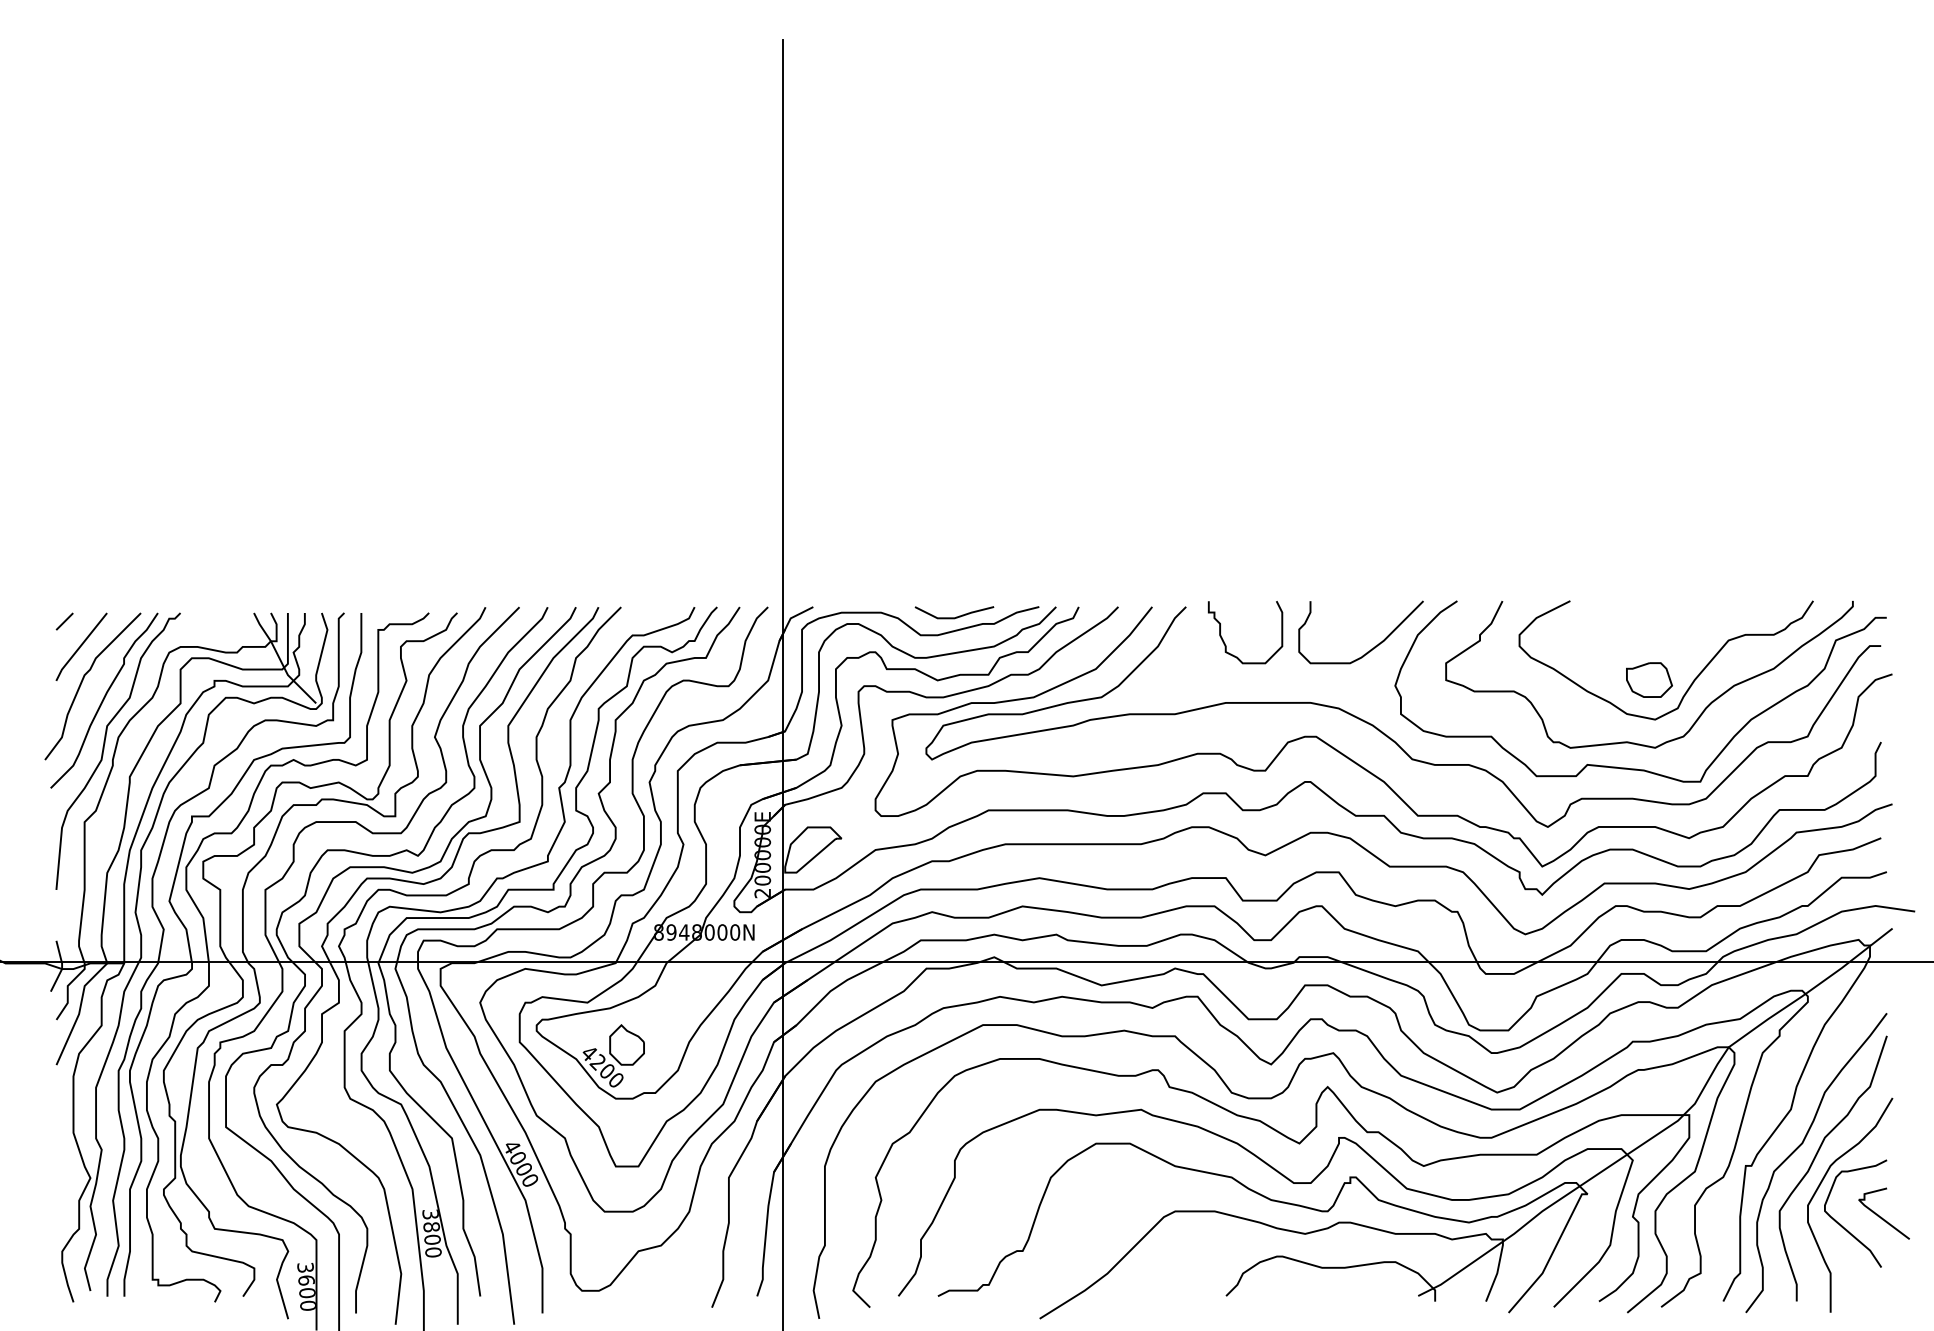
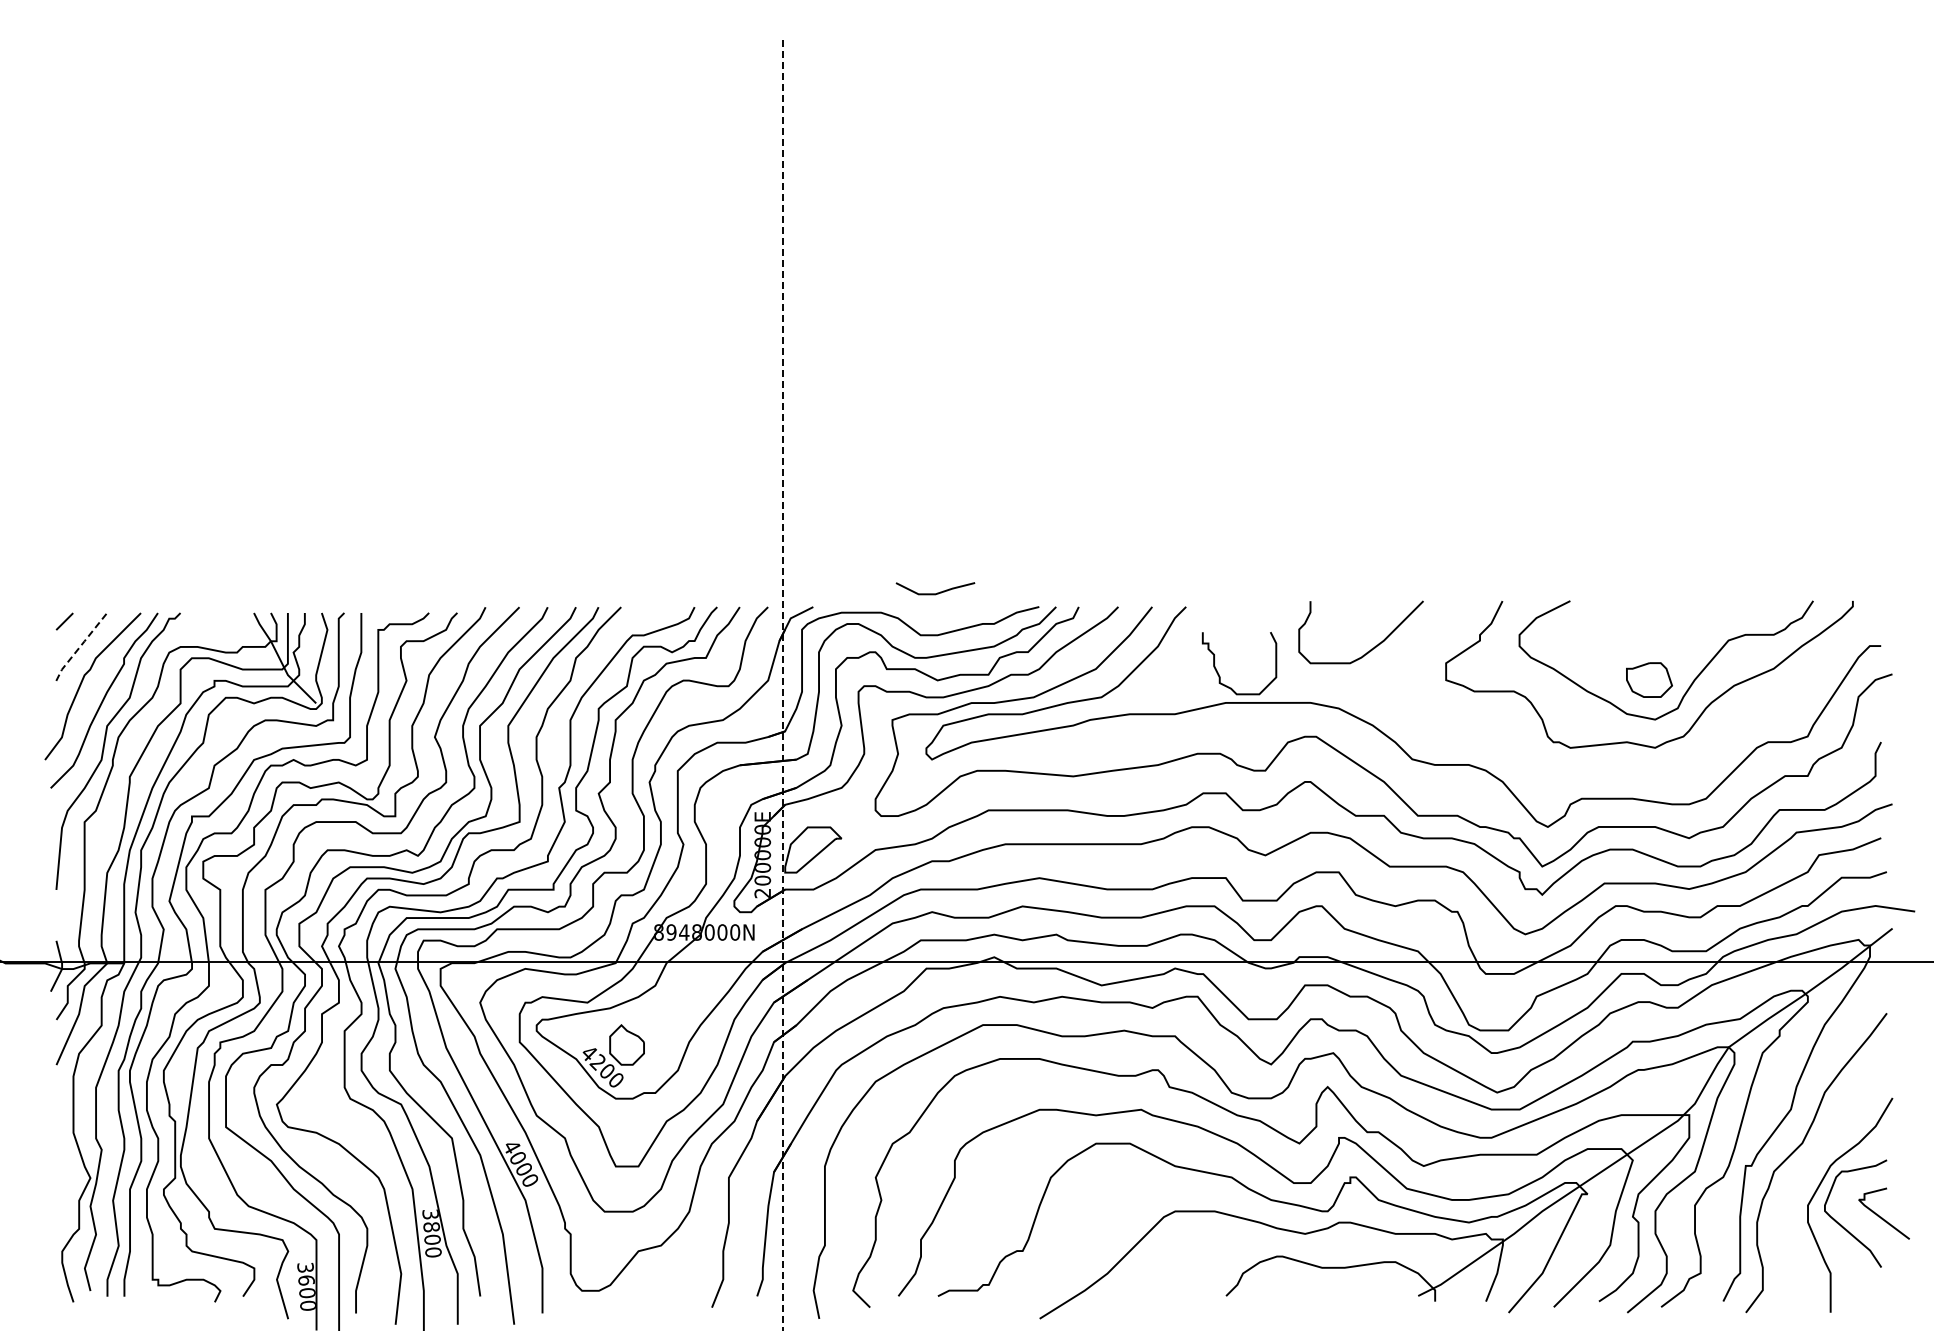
curve at (956, 616) position: (956, 616) -> (937, 592)
curve at (1225, 643) position: (1225, 643) -> (1219, 674)
line at (80, 645): solid -> dashed
line at (782, 685): solid -> dashed
curve at (1636, 768): present -> none
curve at (1814, 1160): present -> none
